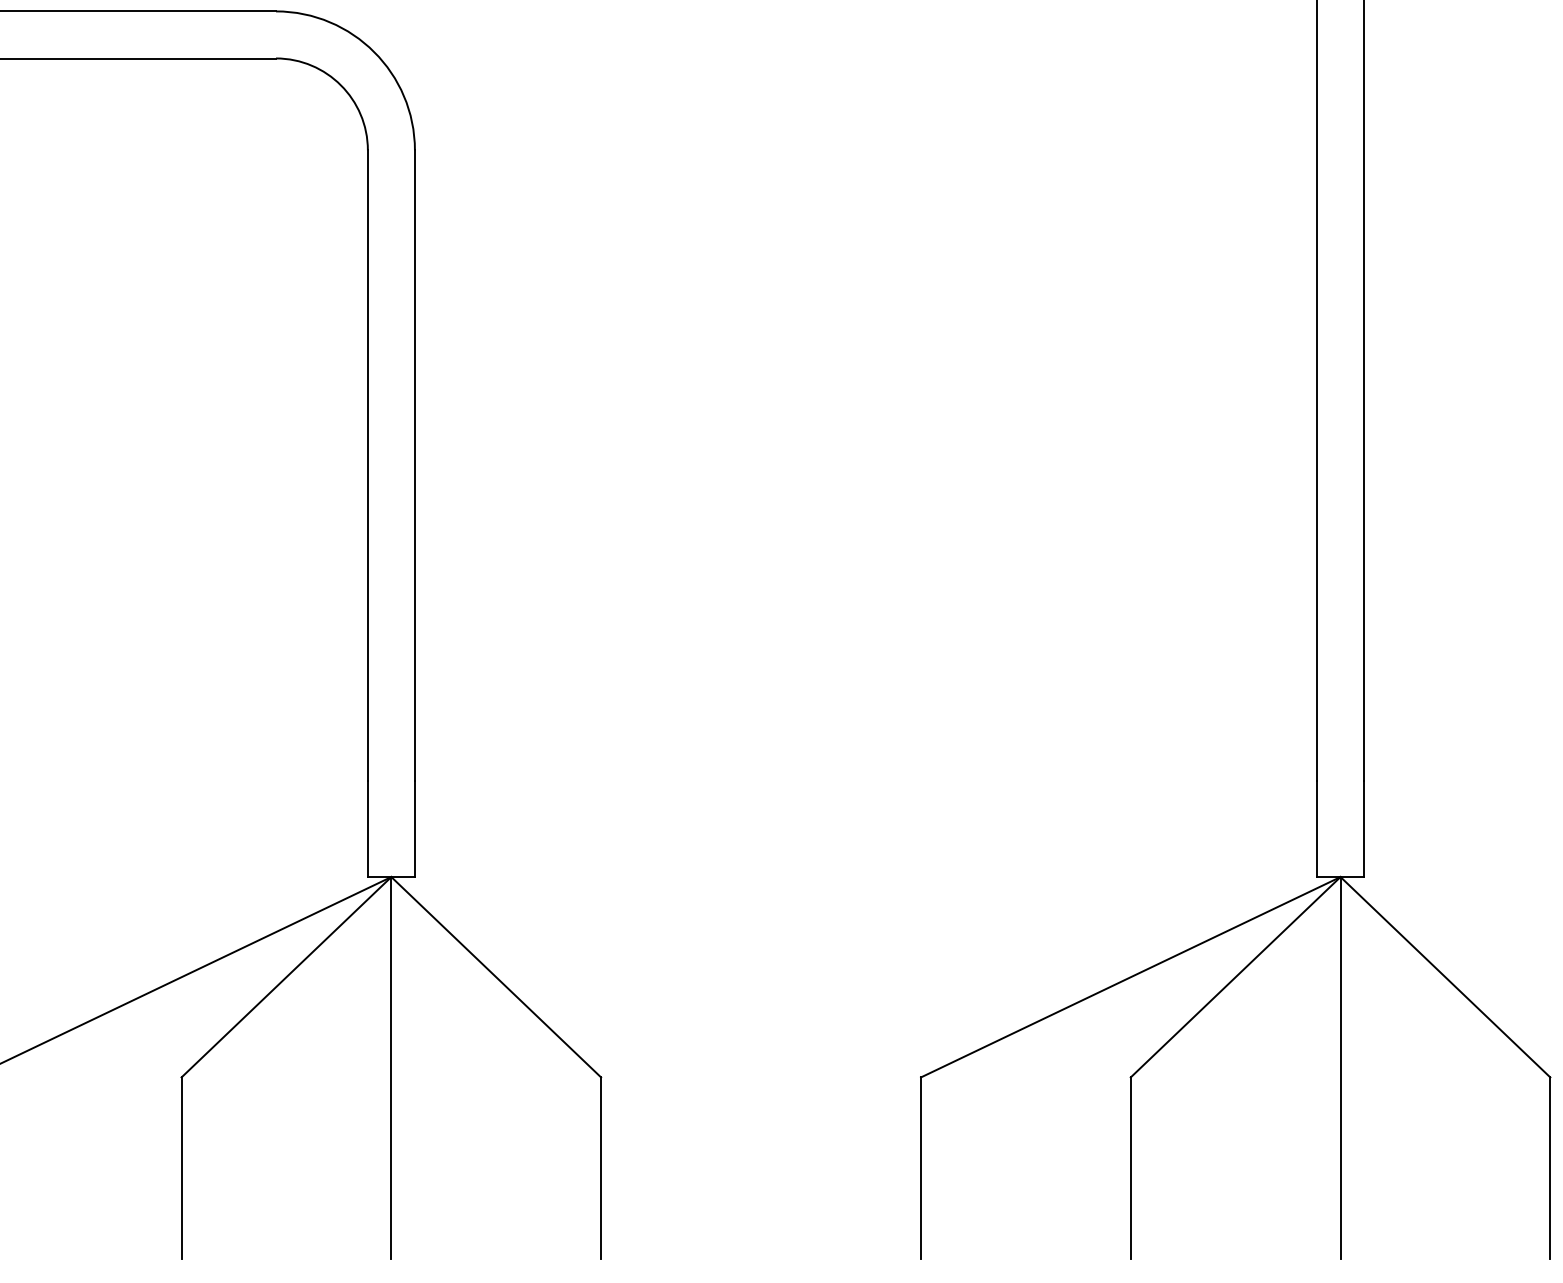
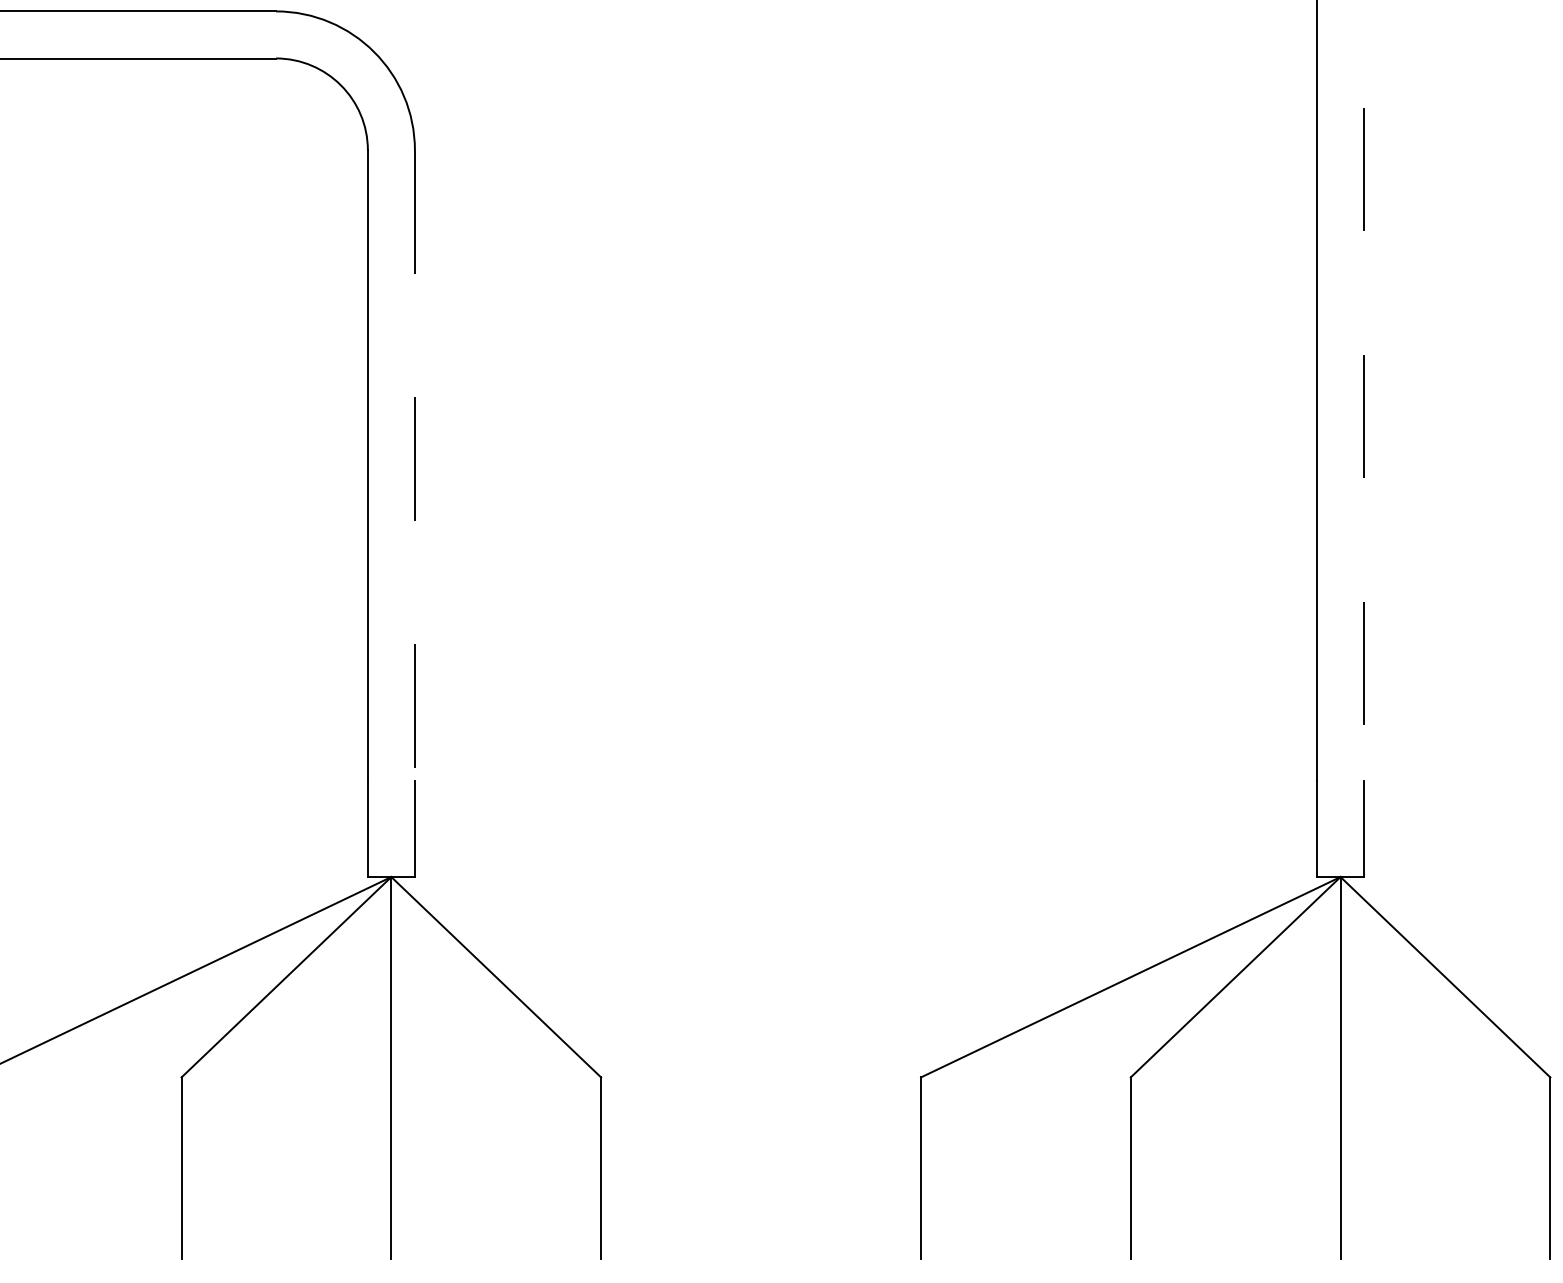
line at (1364, 391): solid -> dashed
line at (414, 465): solid -> dashed
